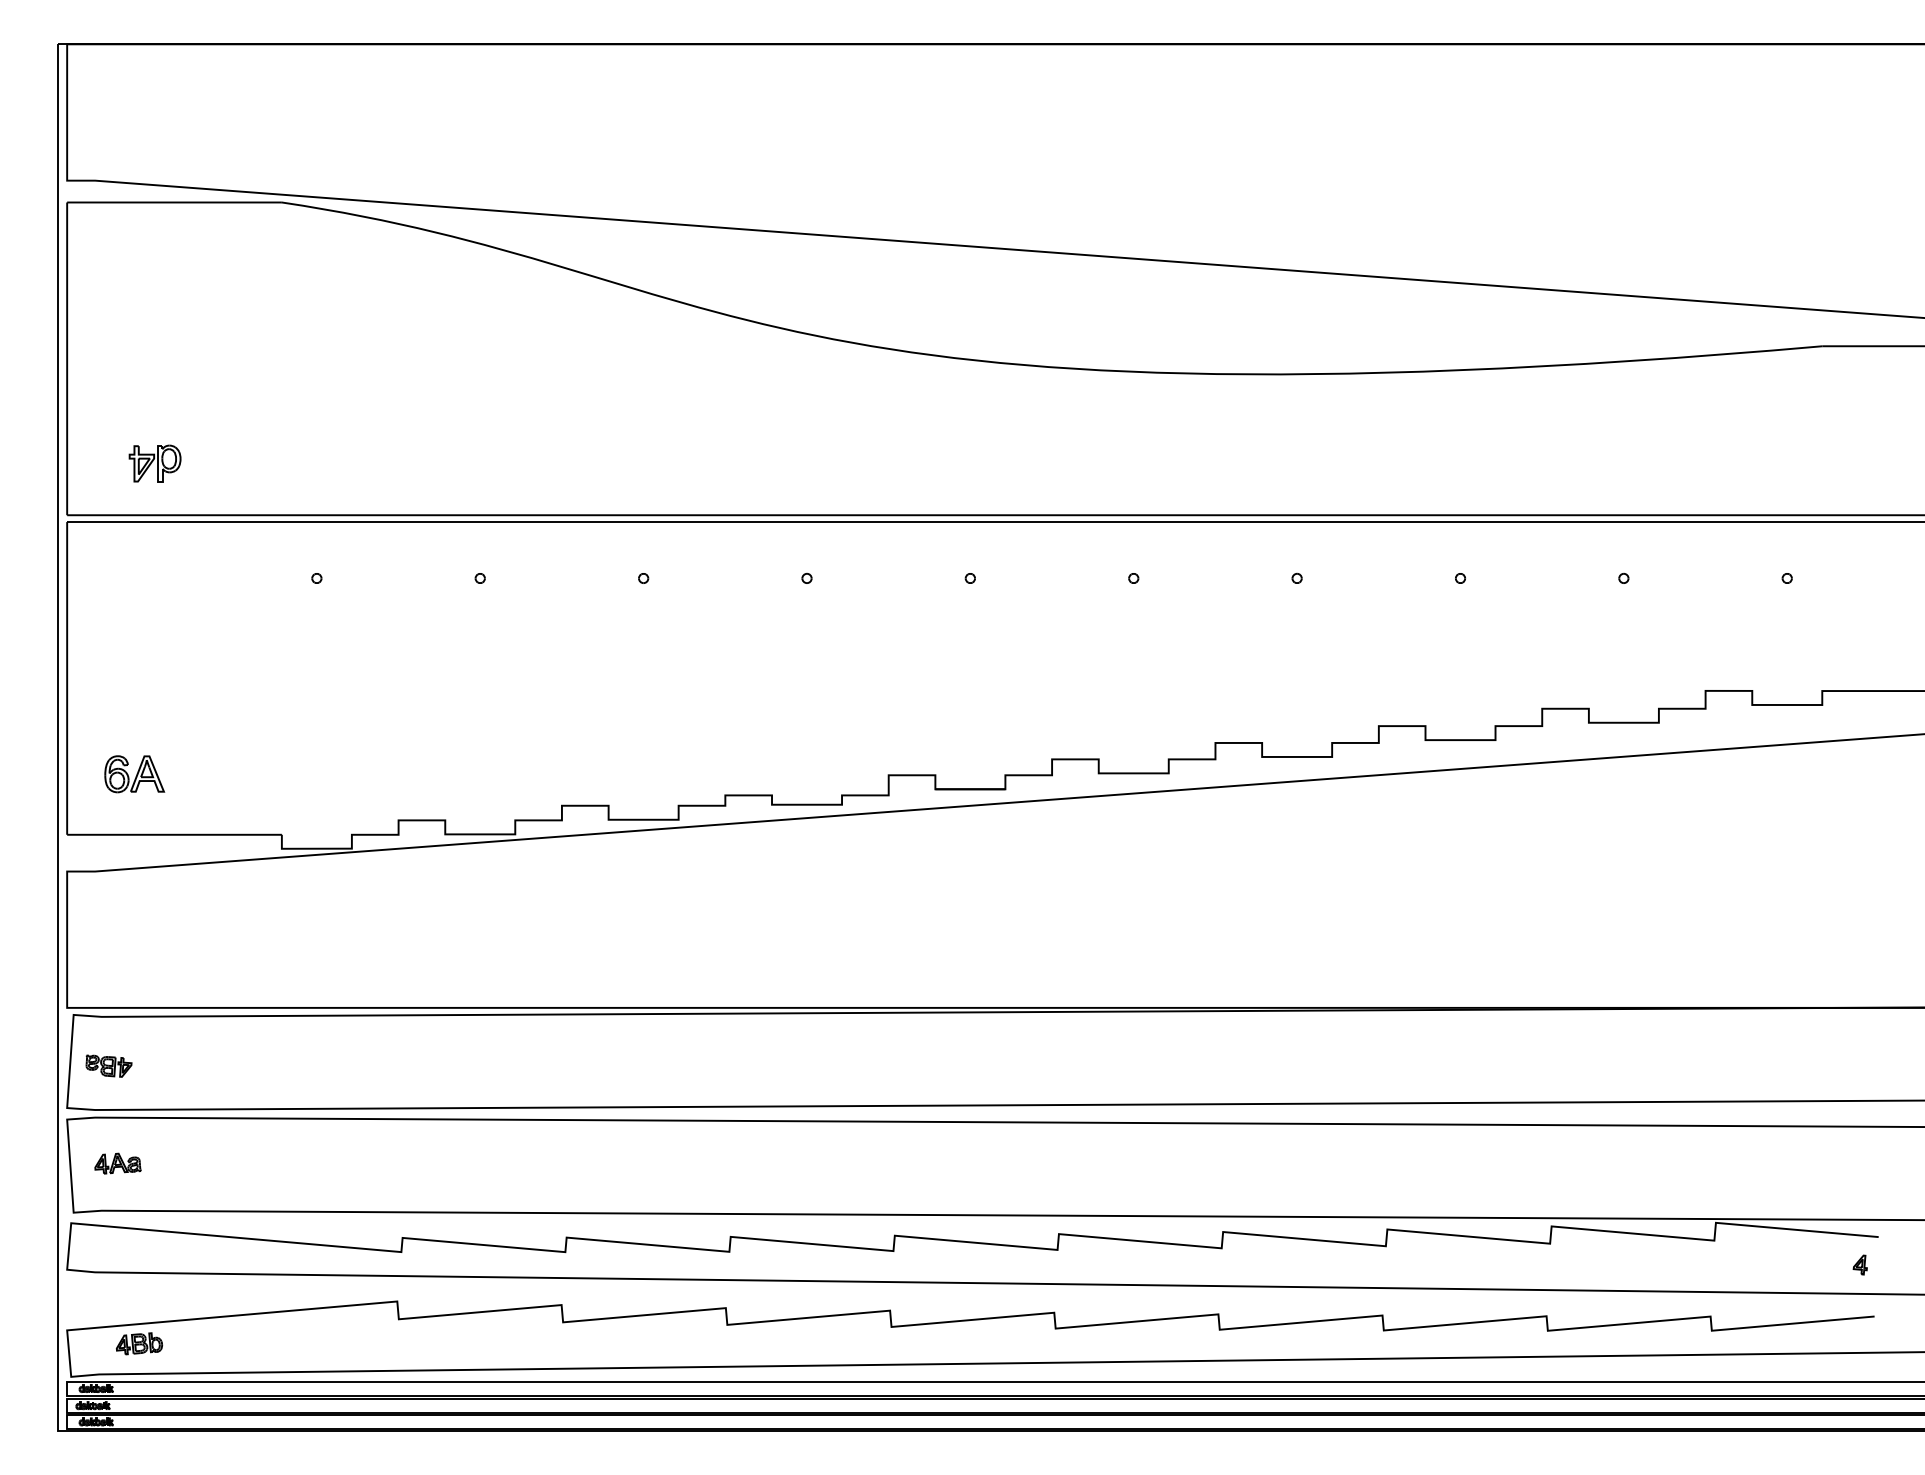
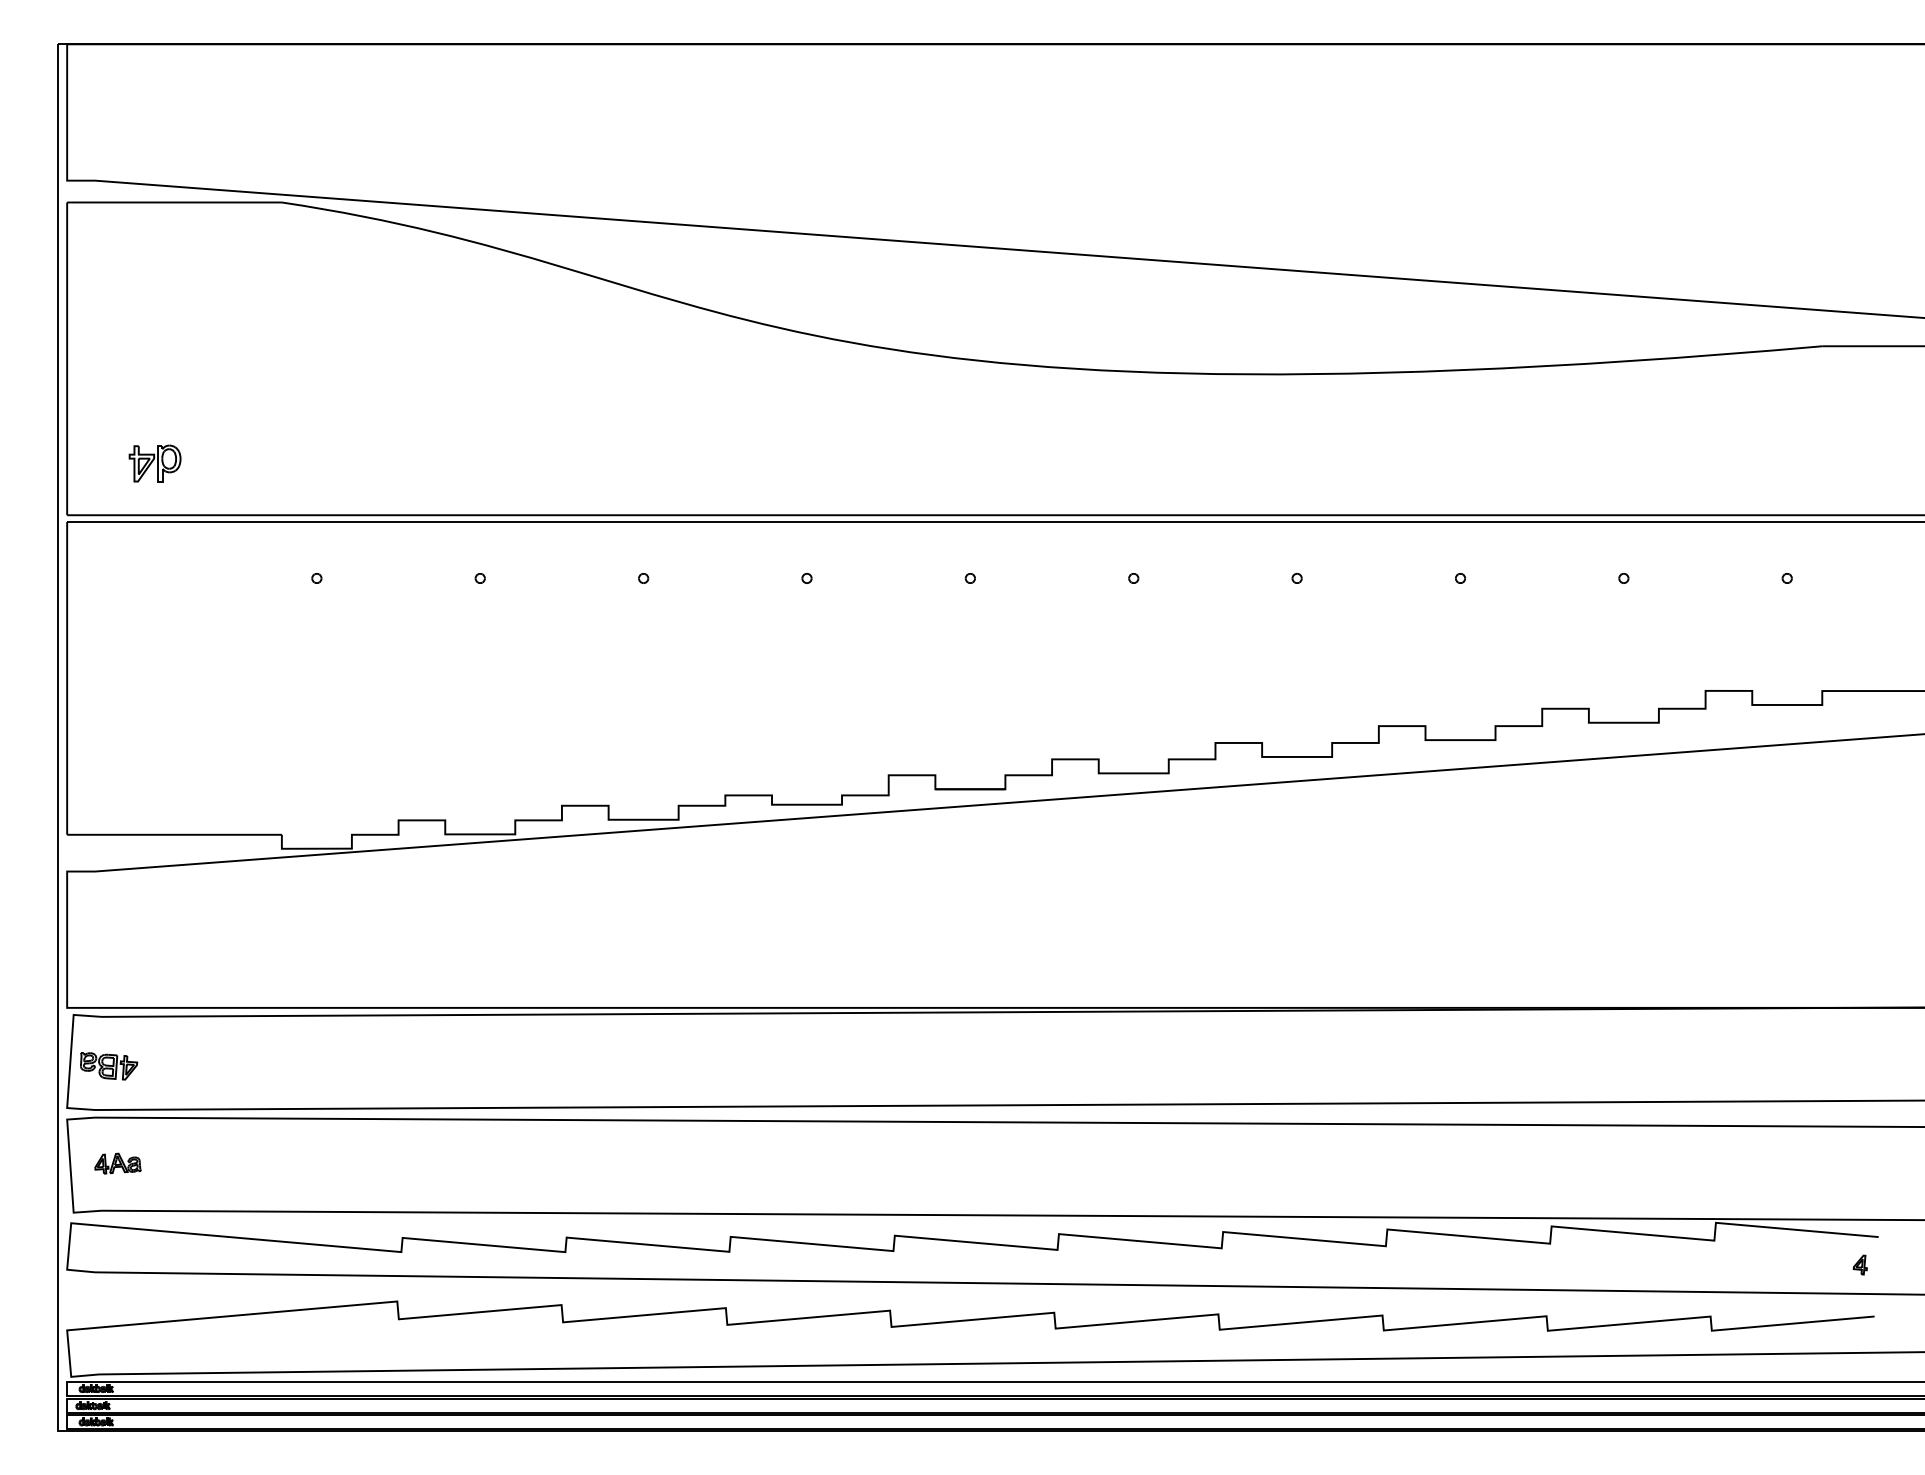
part at (134, 774): present -> none
part at (108, 1065) size: 48x24 px -> 59x29 px
part at (139, 1343): present -> none
